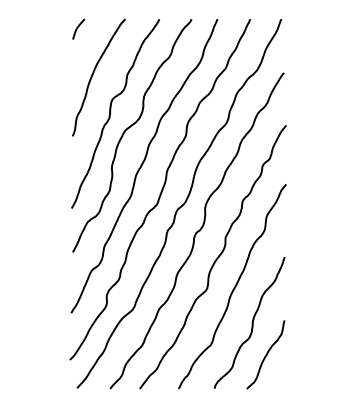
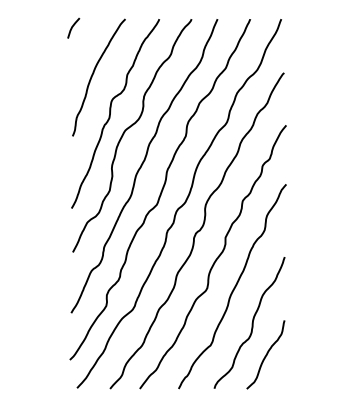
curve at (78, 28) position: (78, 28) -> (73, 27)
